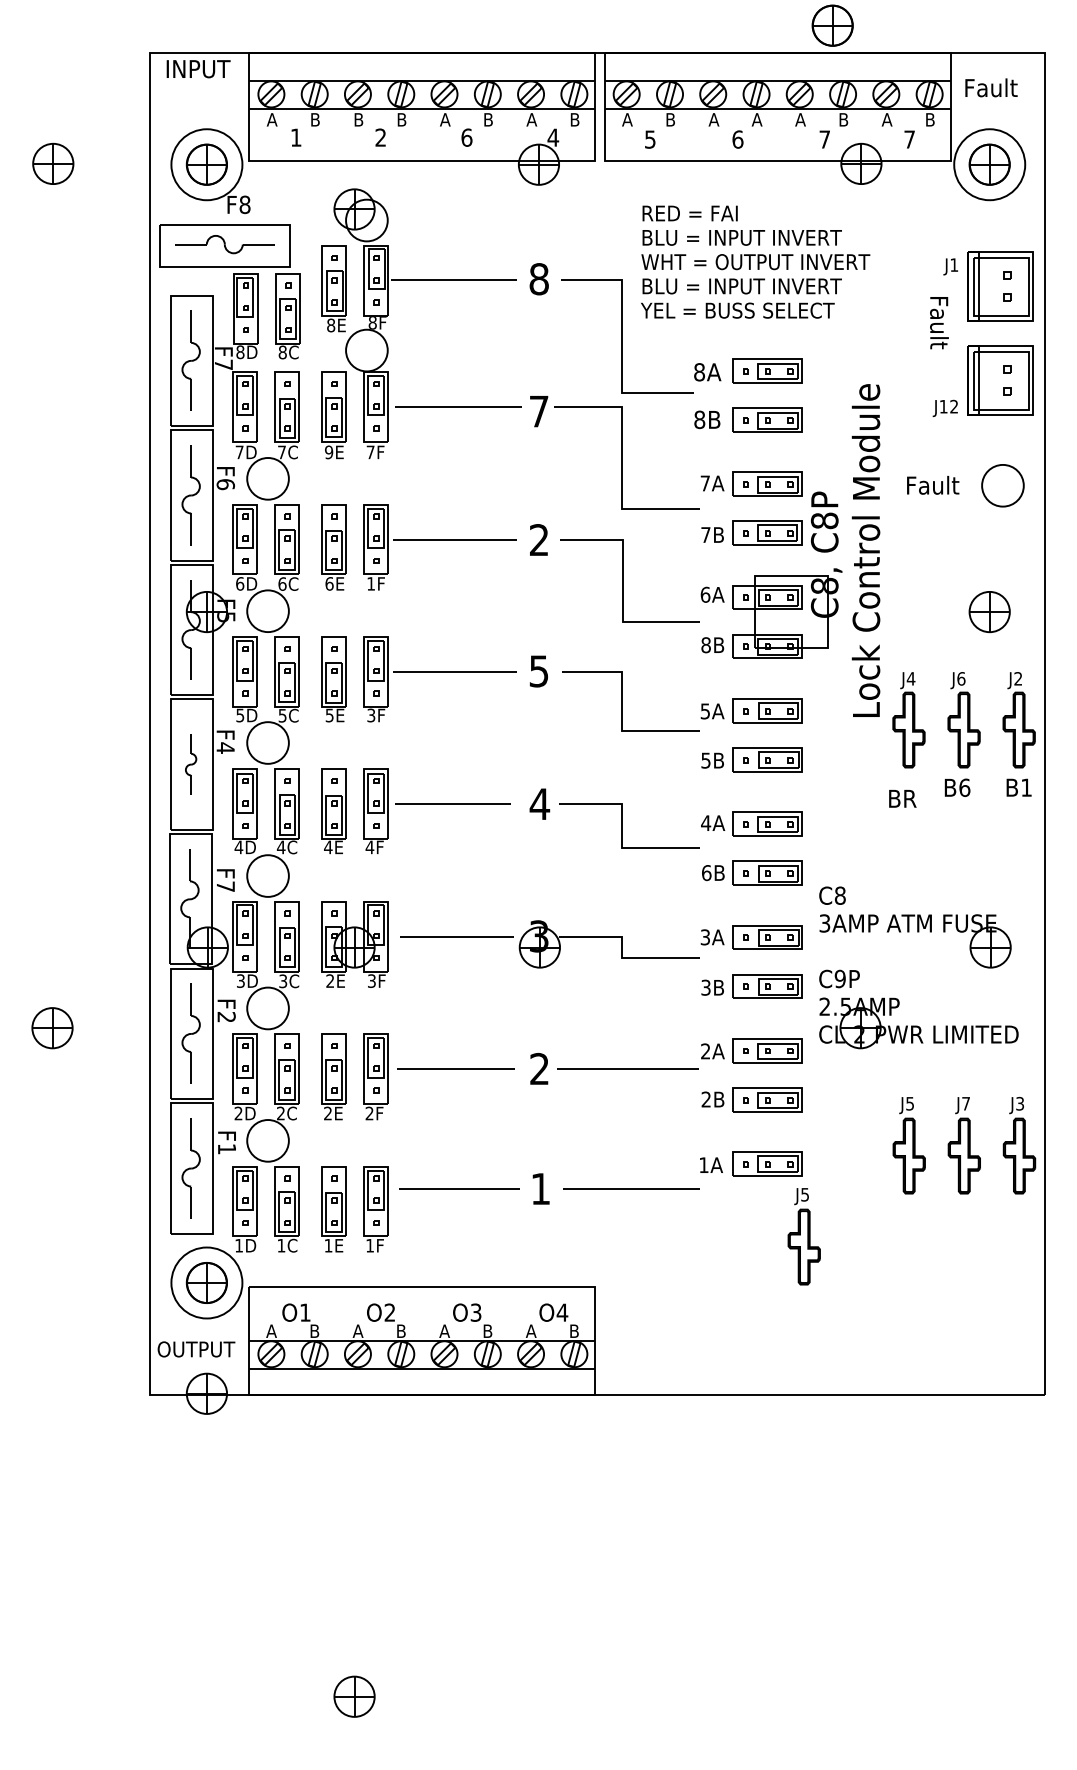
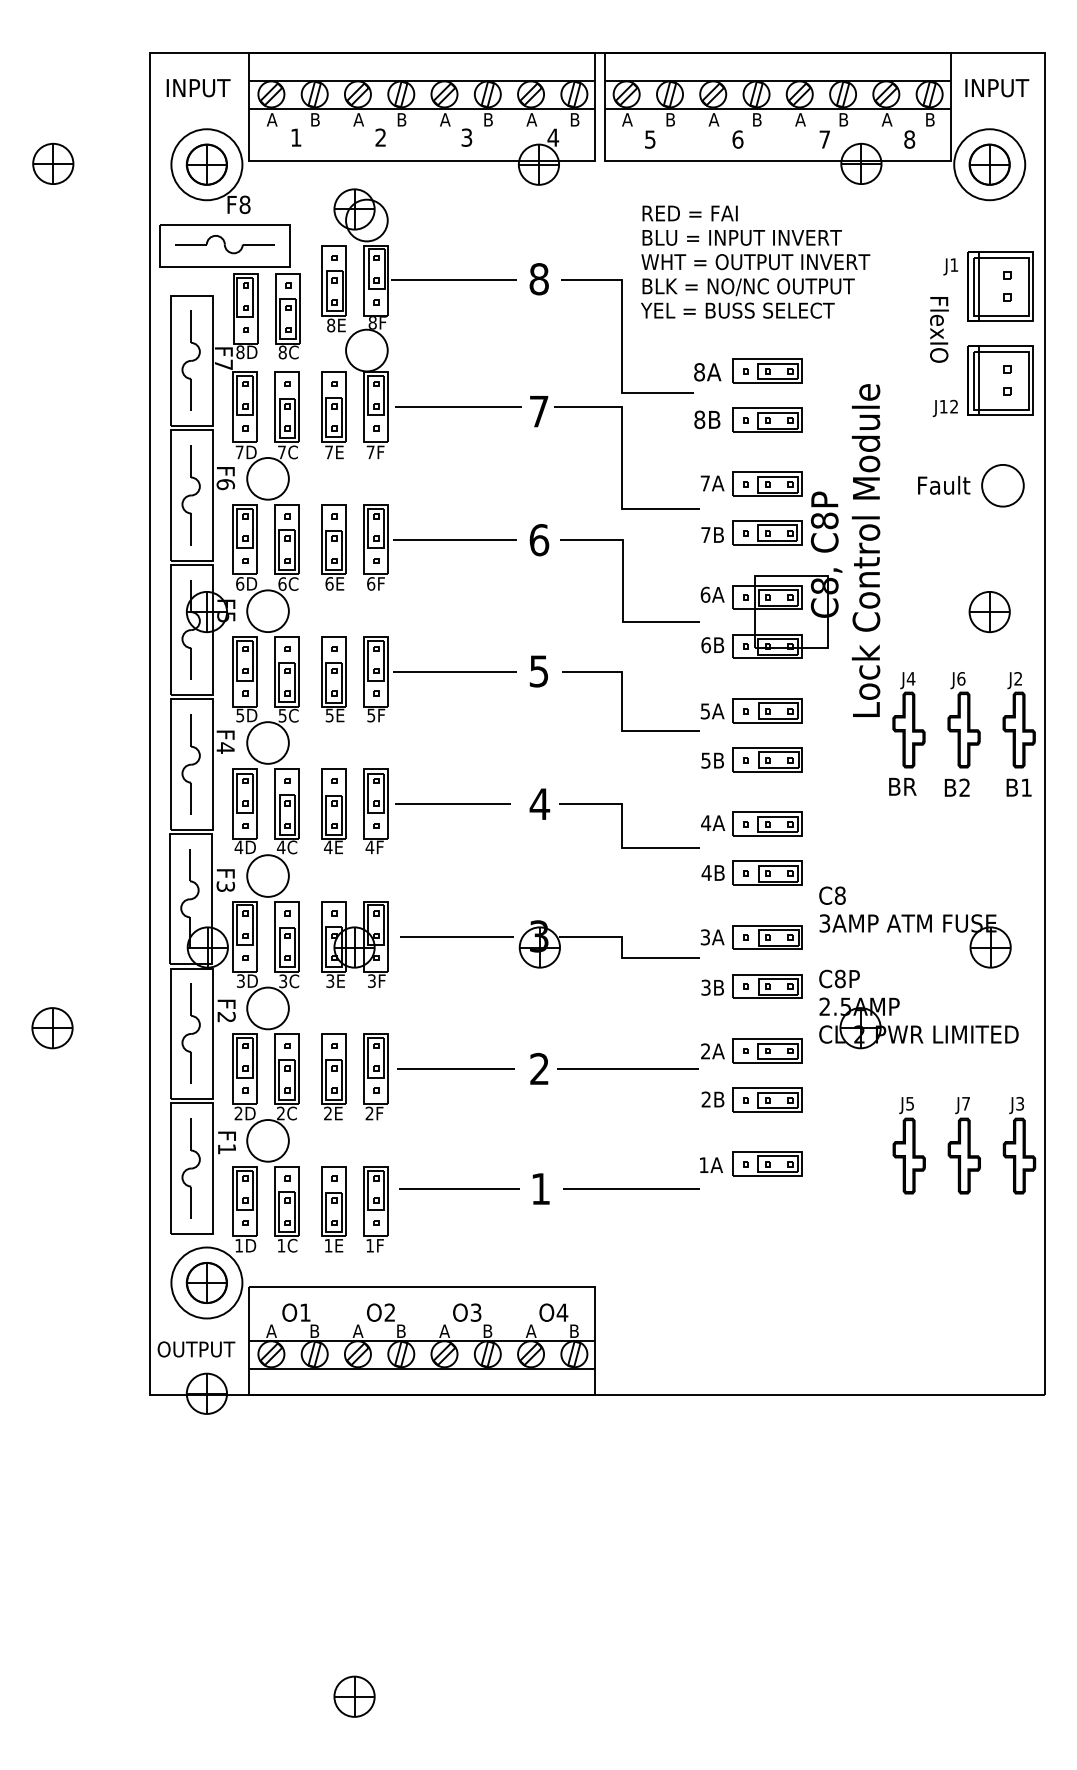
part at (832, 25): present -> none
text at (198, 69) position: (198, 69) -> (198, 88)
text at (998, 87): Fault -> INPUT
text at (358, 119): B -> A
text at (756, 119): A -> B
text at (466, 137): 6 -> 3
text at (909, 139): 7 -> 8
text at (760, 287): BLU = INPUT INVERT -> BLK = NO/NC OUTPUT
text at (939, 335): Fault -> FlexIO
text at (329, 452): 9E -> 7E
text at (933, 485) position: (933, 485) -> (944, 485)
text at (539, 540): 2 -> 6
text at (371, 583): 1F -> 6F
text at (705, 644): 8B -> 6B
text at (371, 714): 3F -> 5F
part at (191, 764) size: 13x61 px -> 20x101 px
text at (964, 787): B6 -> B2
text at (902, 798) position: (902, 798) -> (902, 786)
text at (706, 873): 6B -> 4B
text at (225, 886): F7 -> F3
text at (839, 979): C9P -> C8P
text at (330, 981): 2E -> 3E
part at (803, 1236): present -> none
